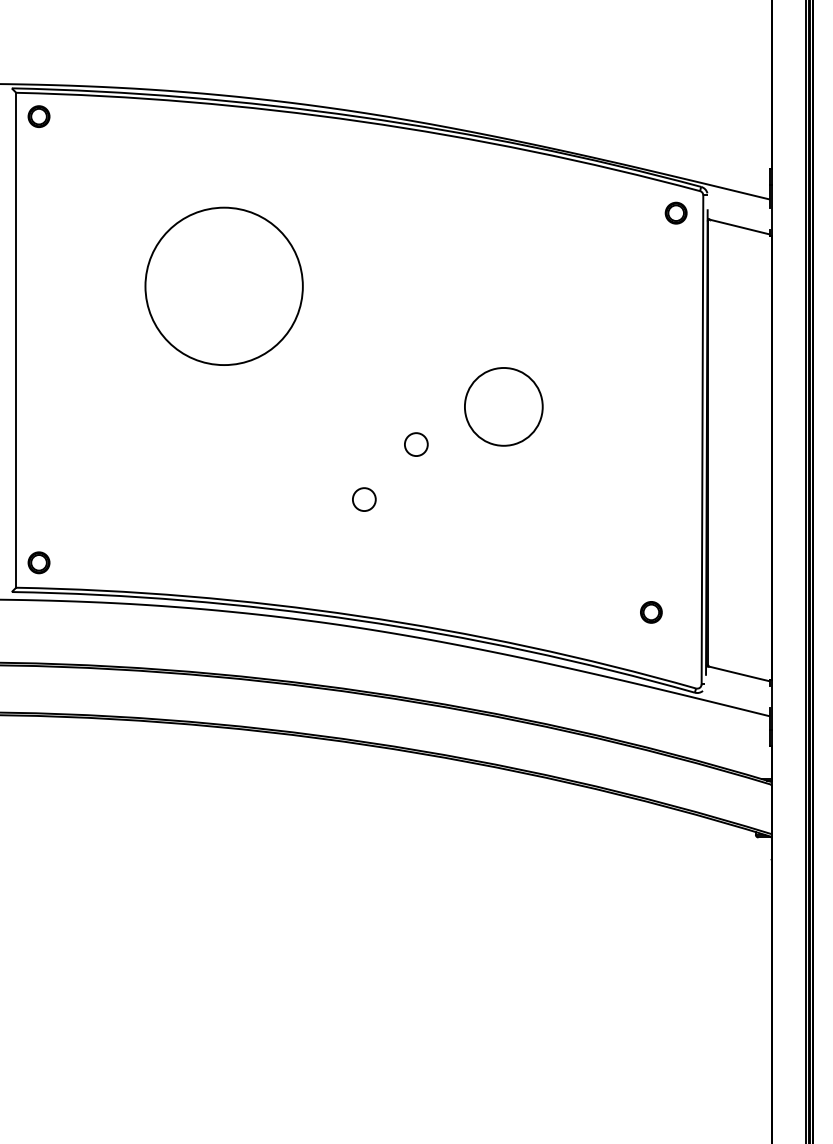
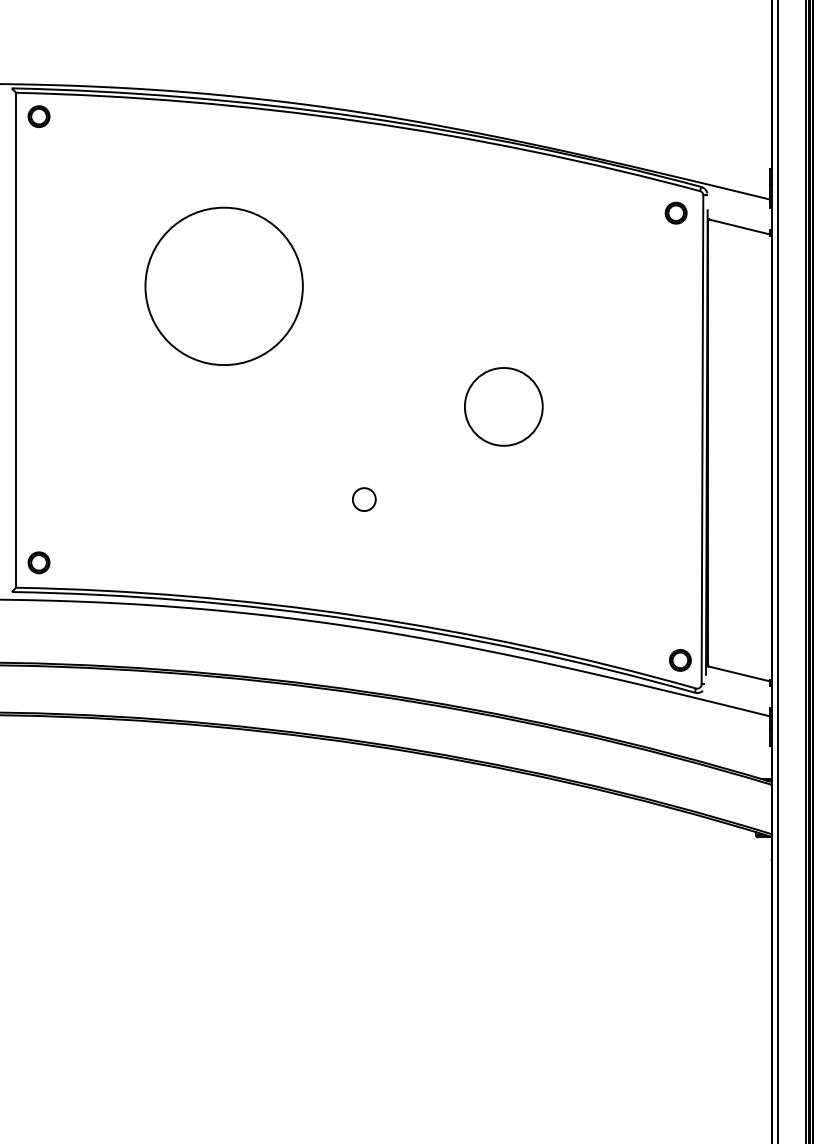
circle at (416, 444): present -> none
line at (777, 571): none -> present
part at (651, 612) position: (651, 612) -> (680, 660)
